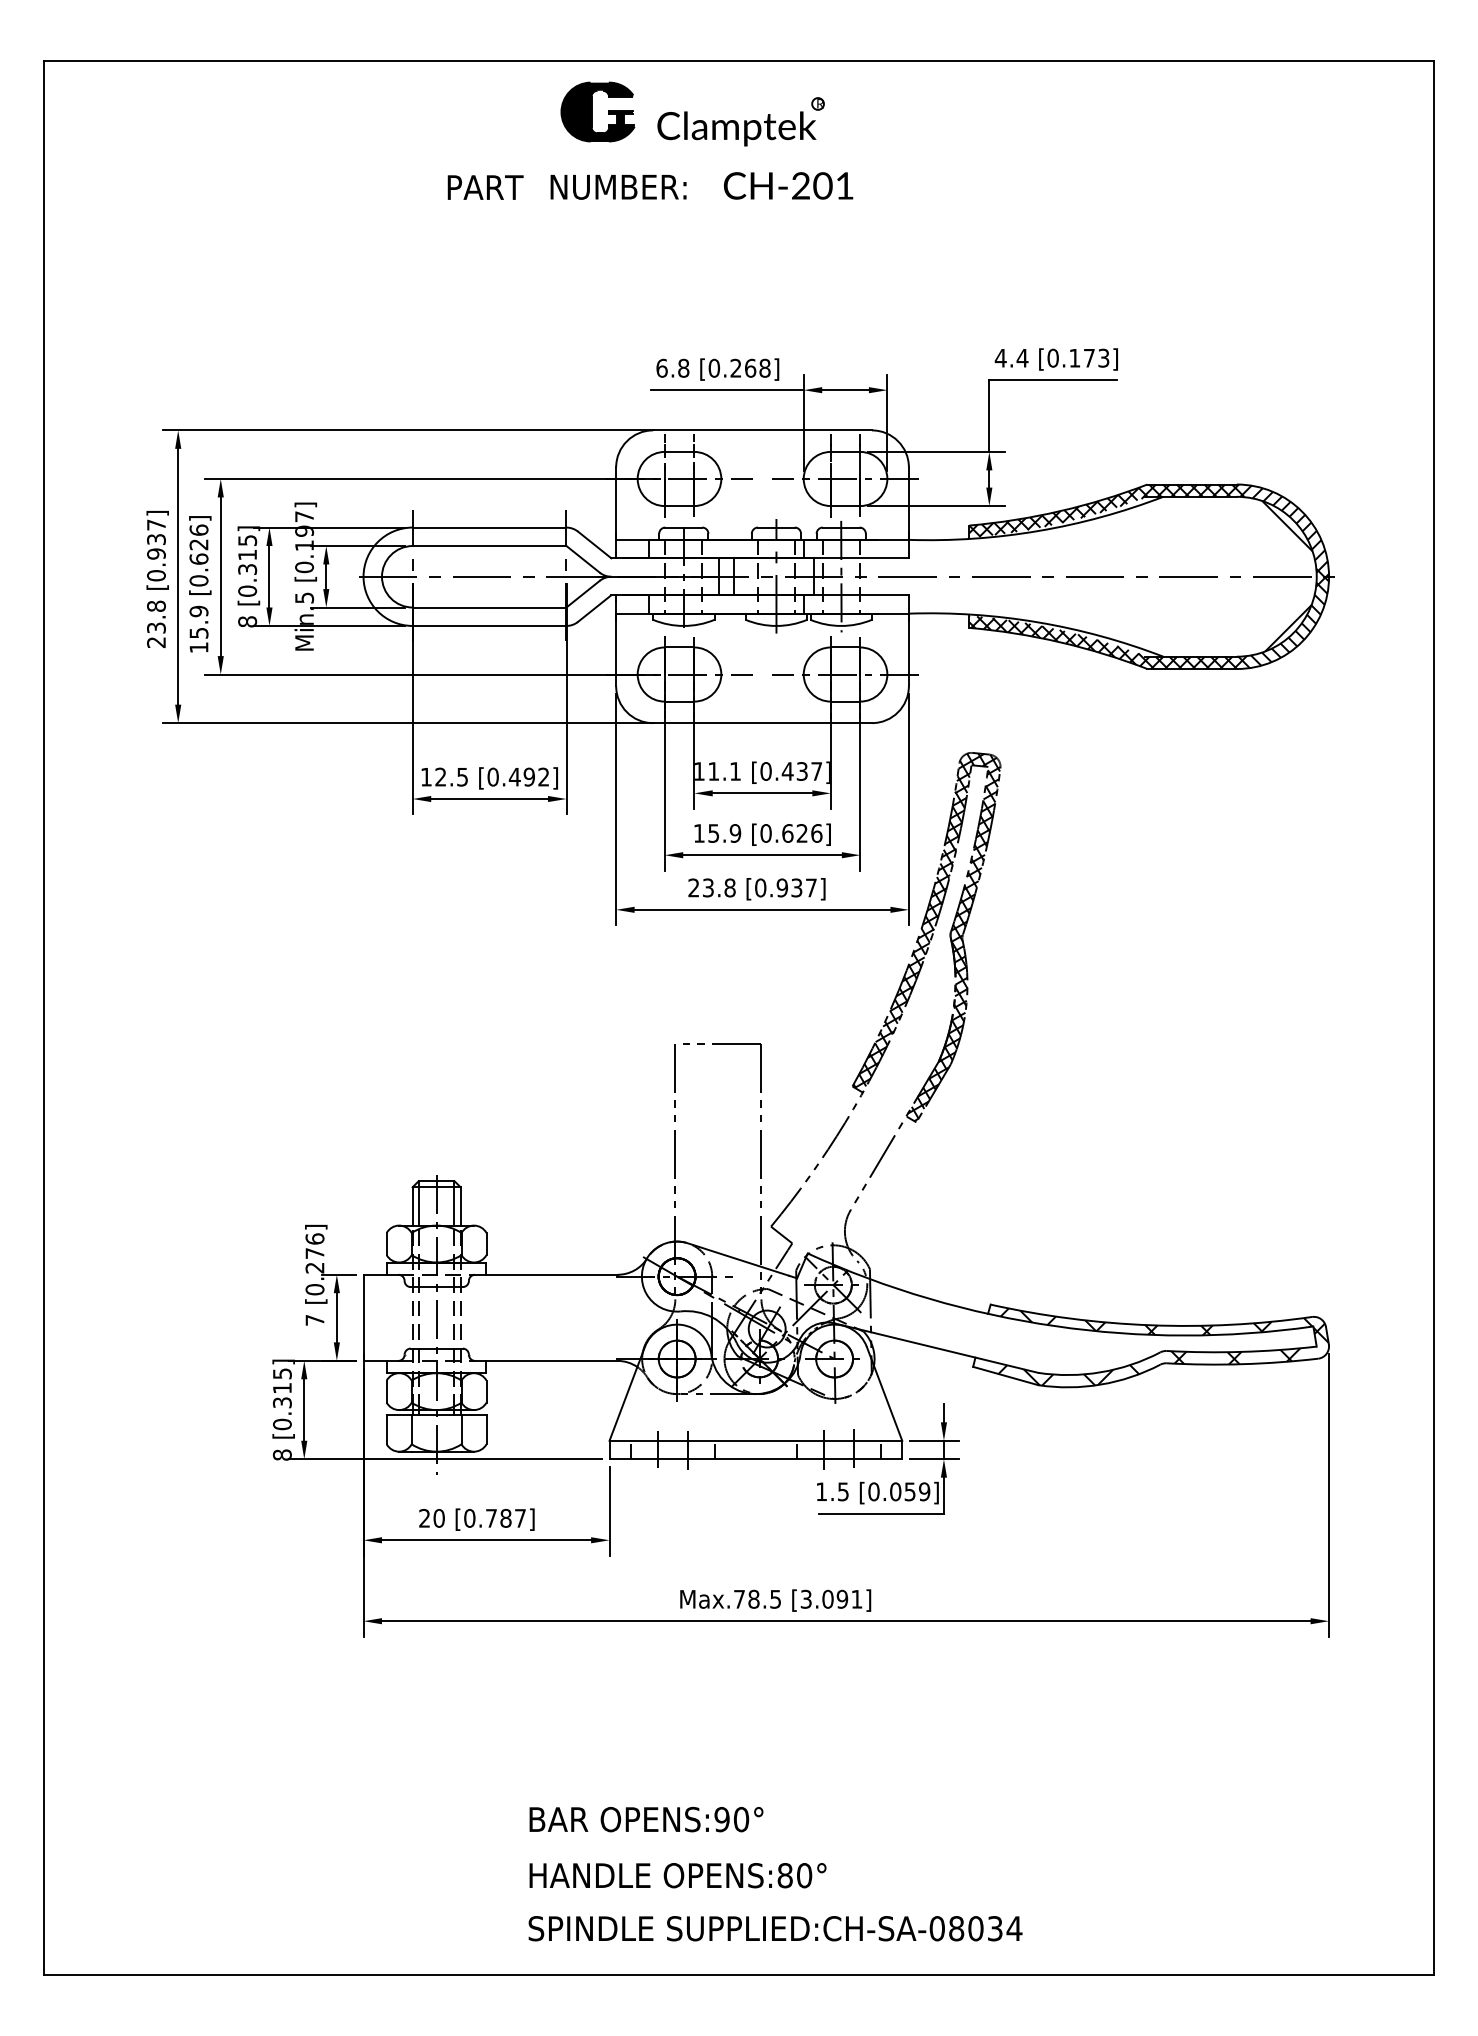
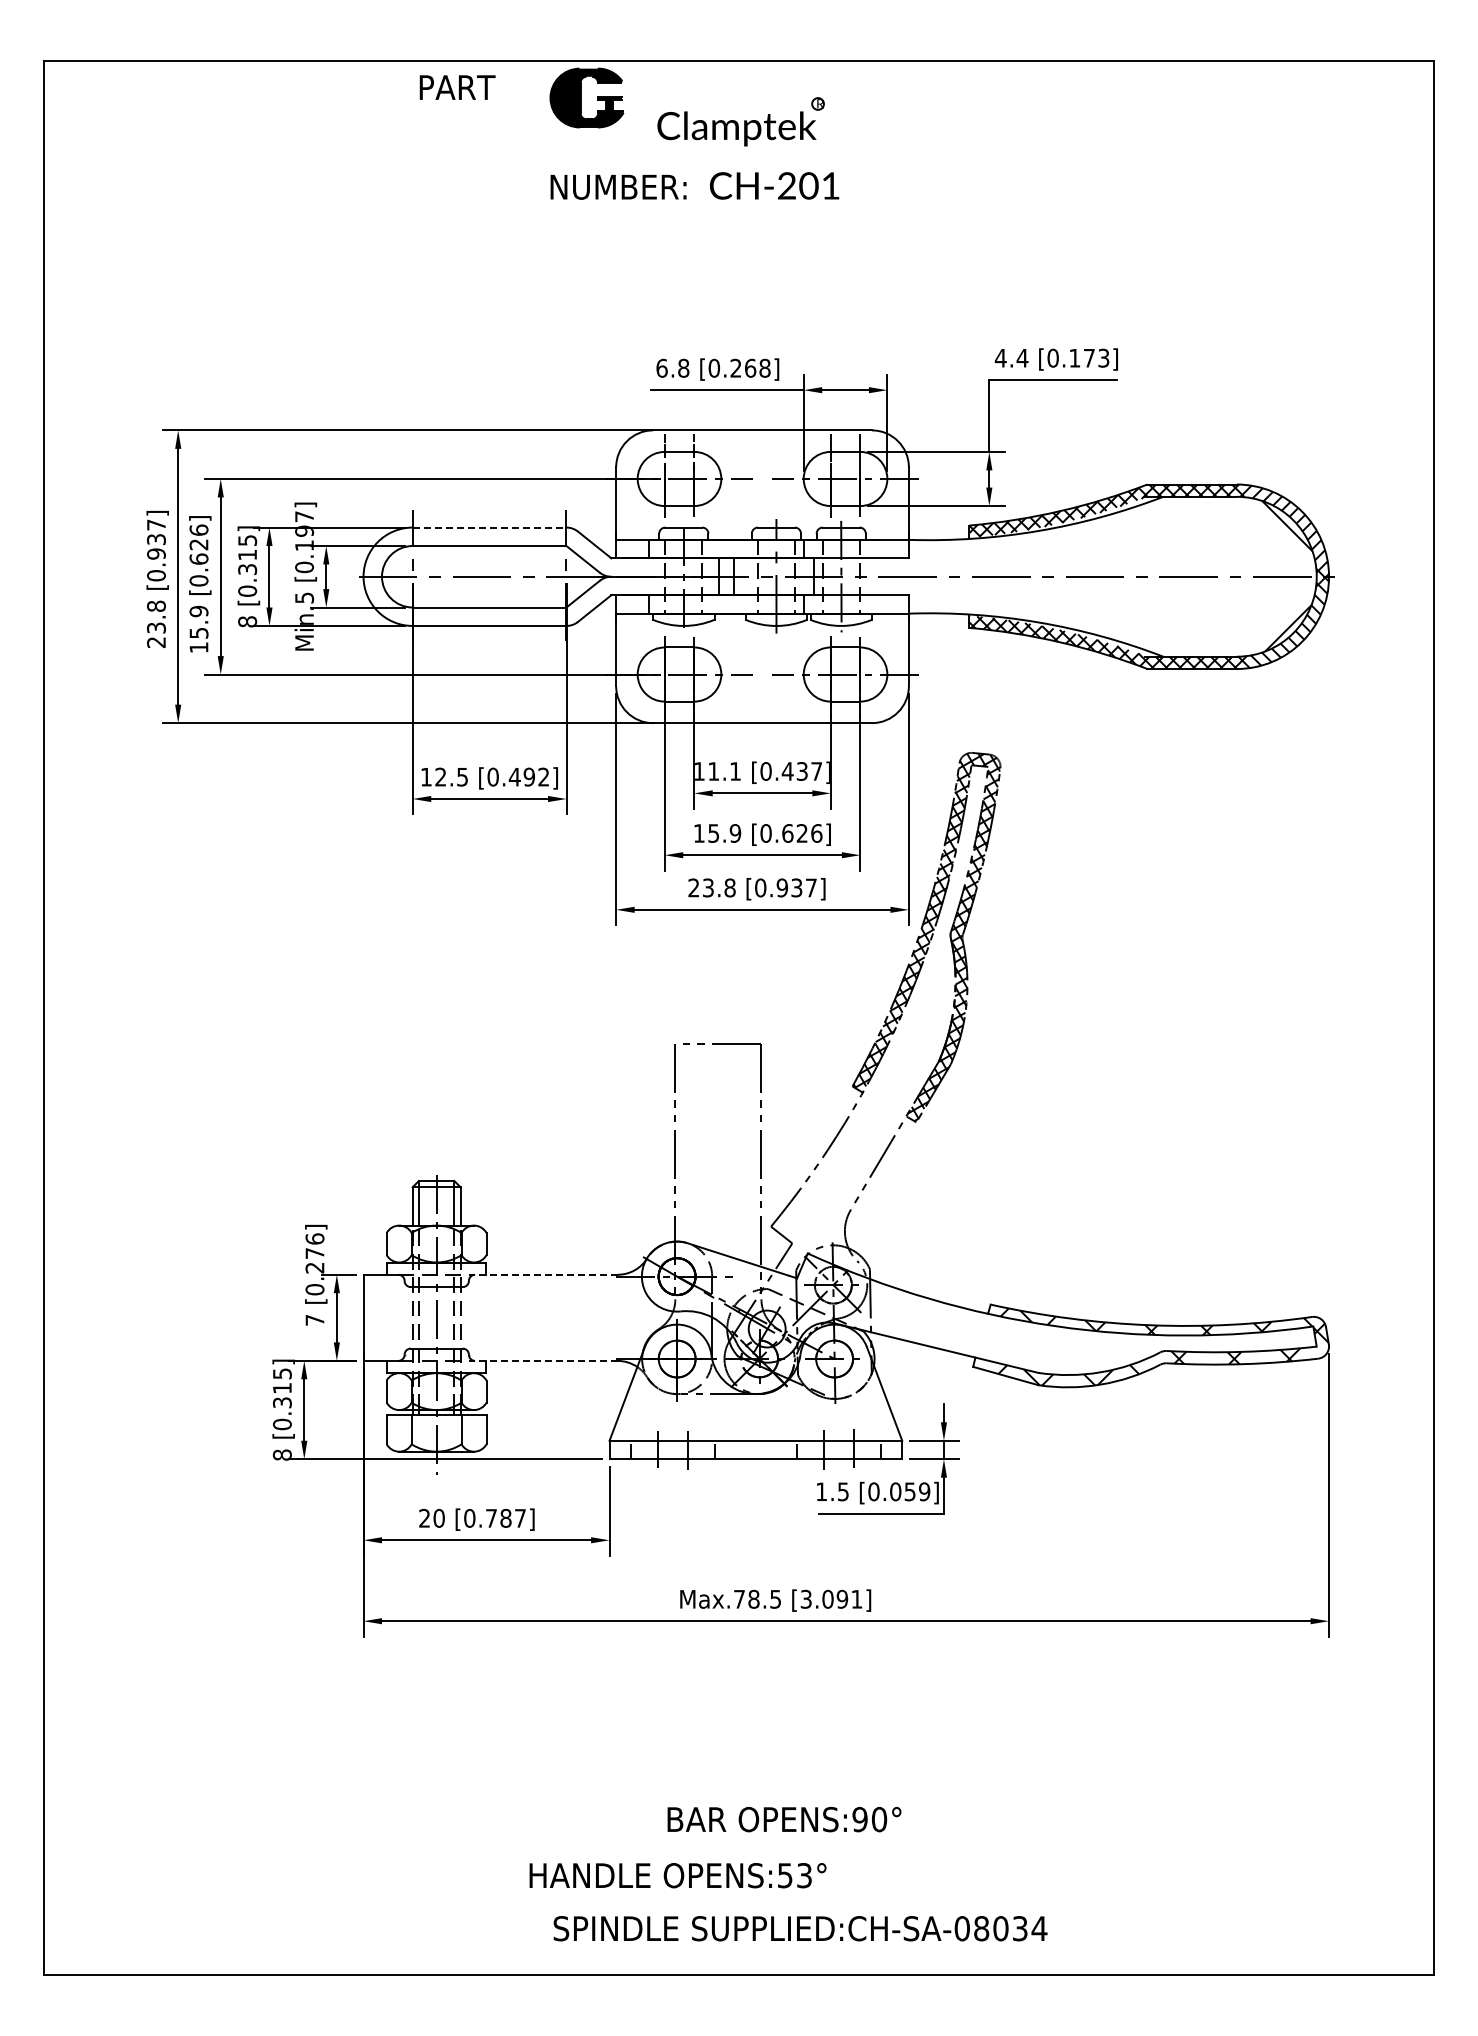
part at (597, 111) position: (597, 111) -> (586, 97)
text at (788, 185) position: (788, 185) -> (774, 185)
text at (485, 187) position: (485, 187) -> (457, 87)
line at (489, 527): solid -> dashed
line at (545, 1274): solid -> dashed
line at (545, 1360): solid -> dashed
text at (646, 1819) position: (646, 1819) -> (784, 1819)
text at (794, 1875): OPENS:80° -> OPENS:53°
text at (775, 1928) position: (775, 1928) -> (800, 1928)
